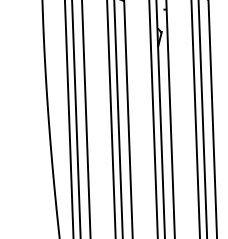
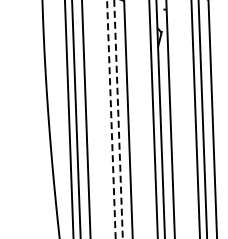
line at (111, 118): solid -> dashed
line at (118, 119): solid -> dashed
